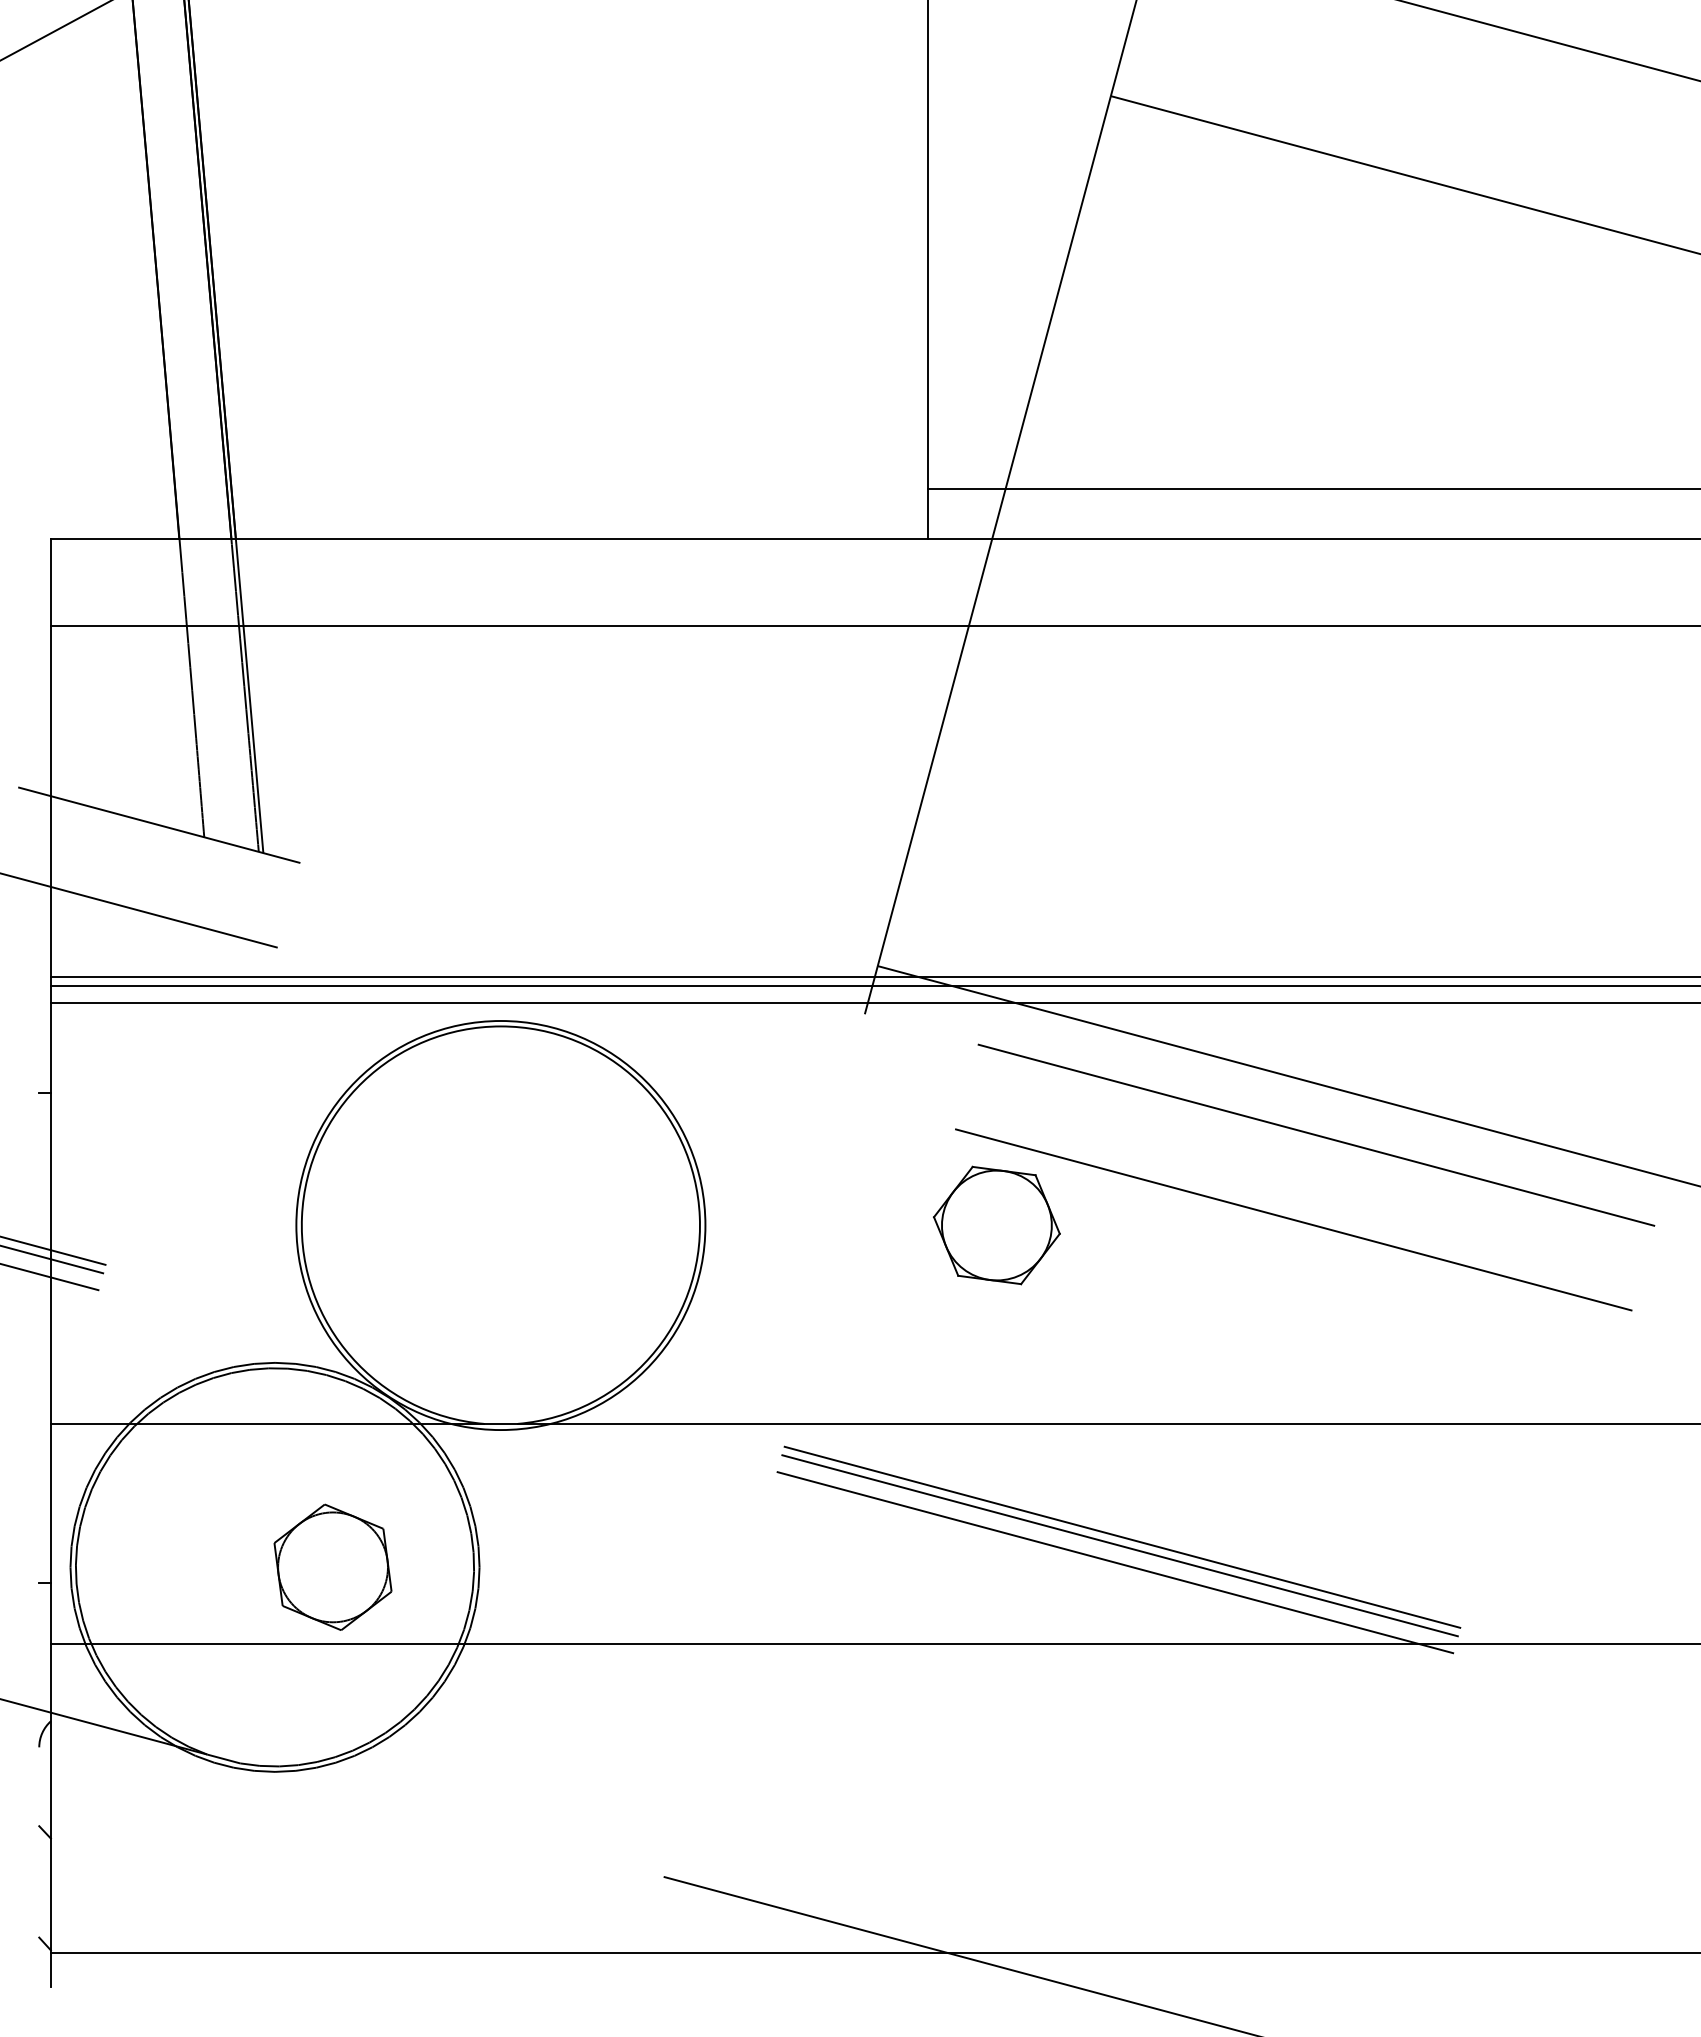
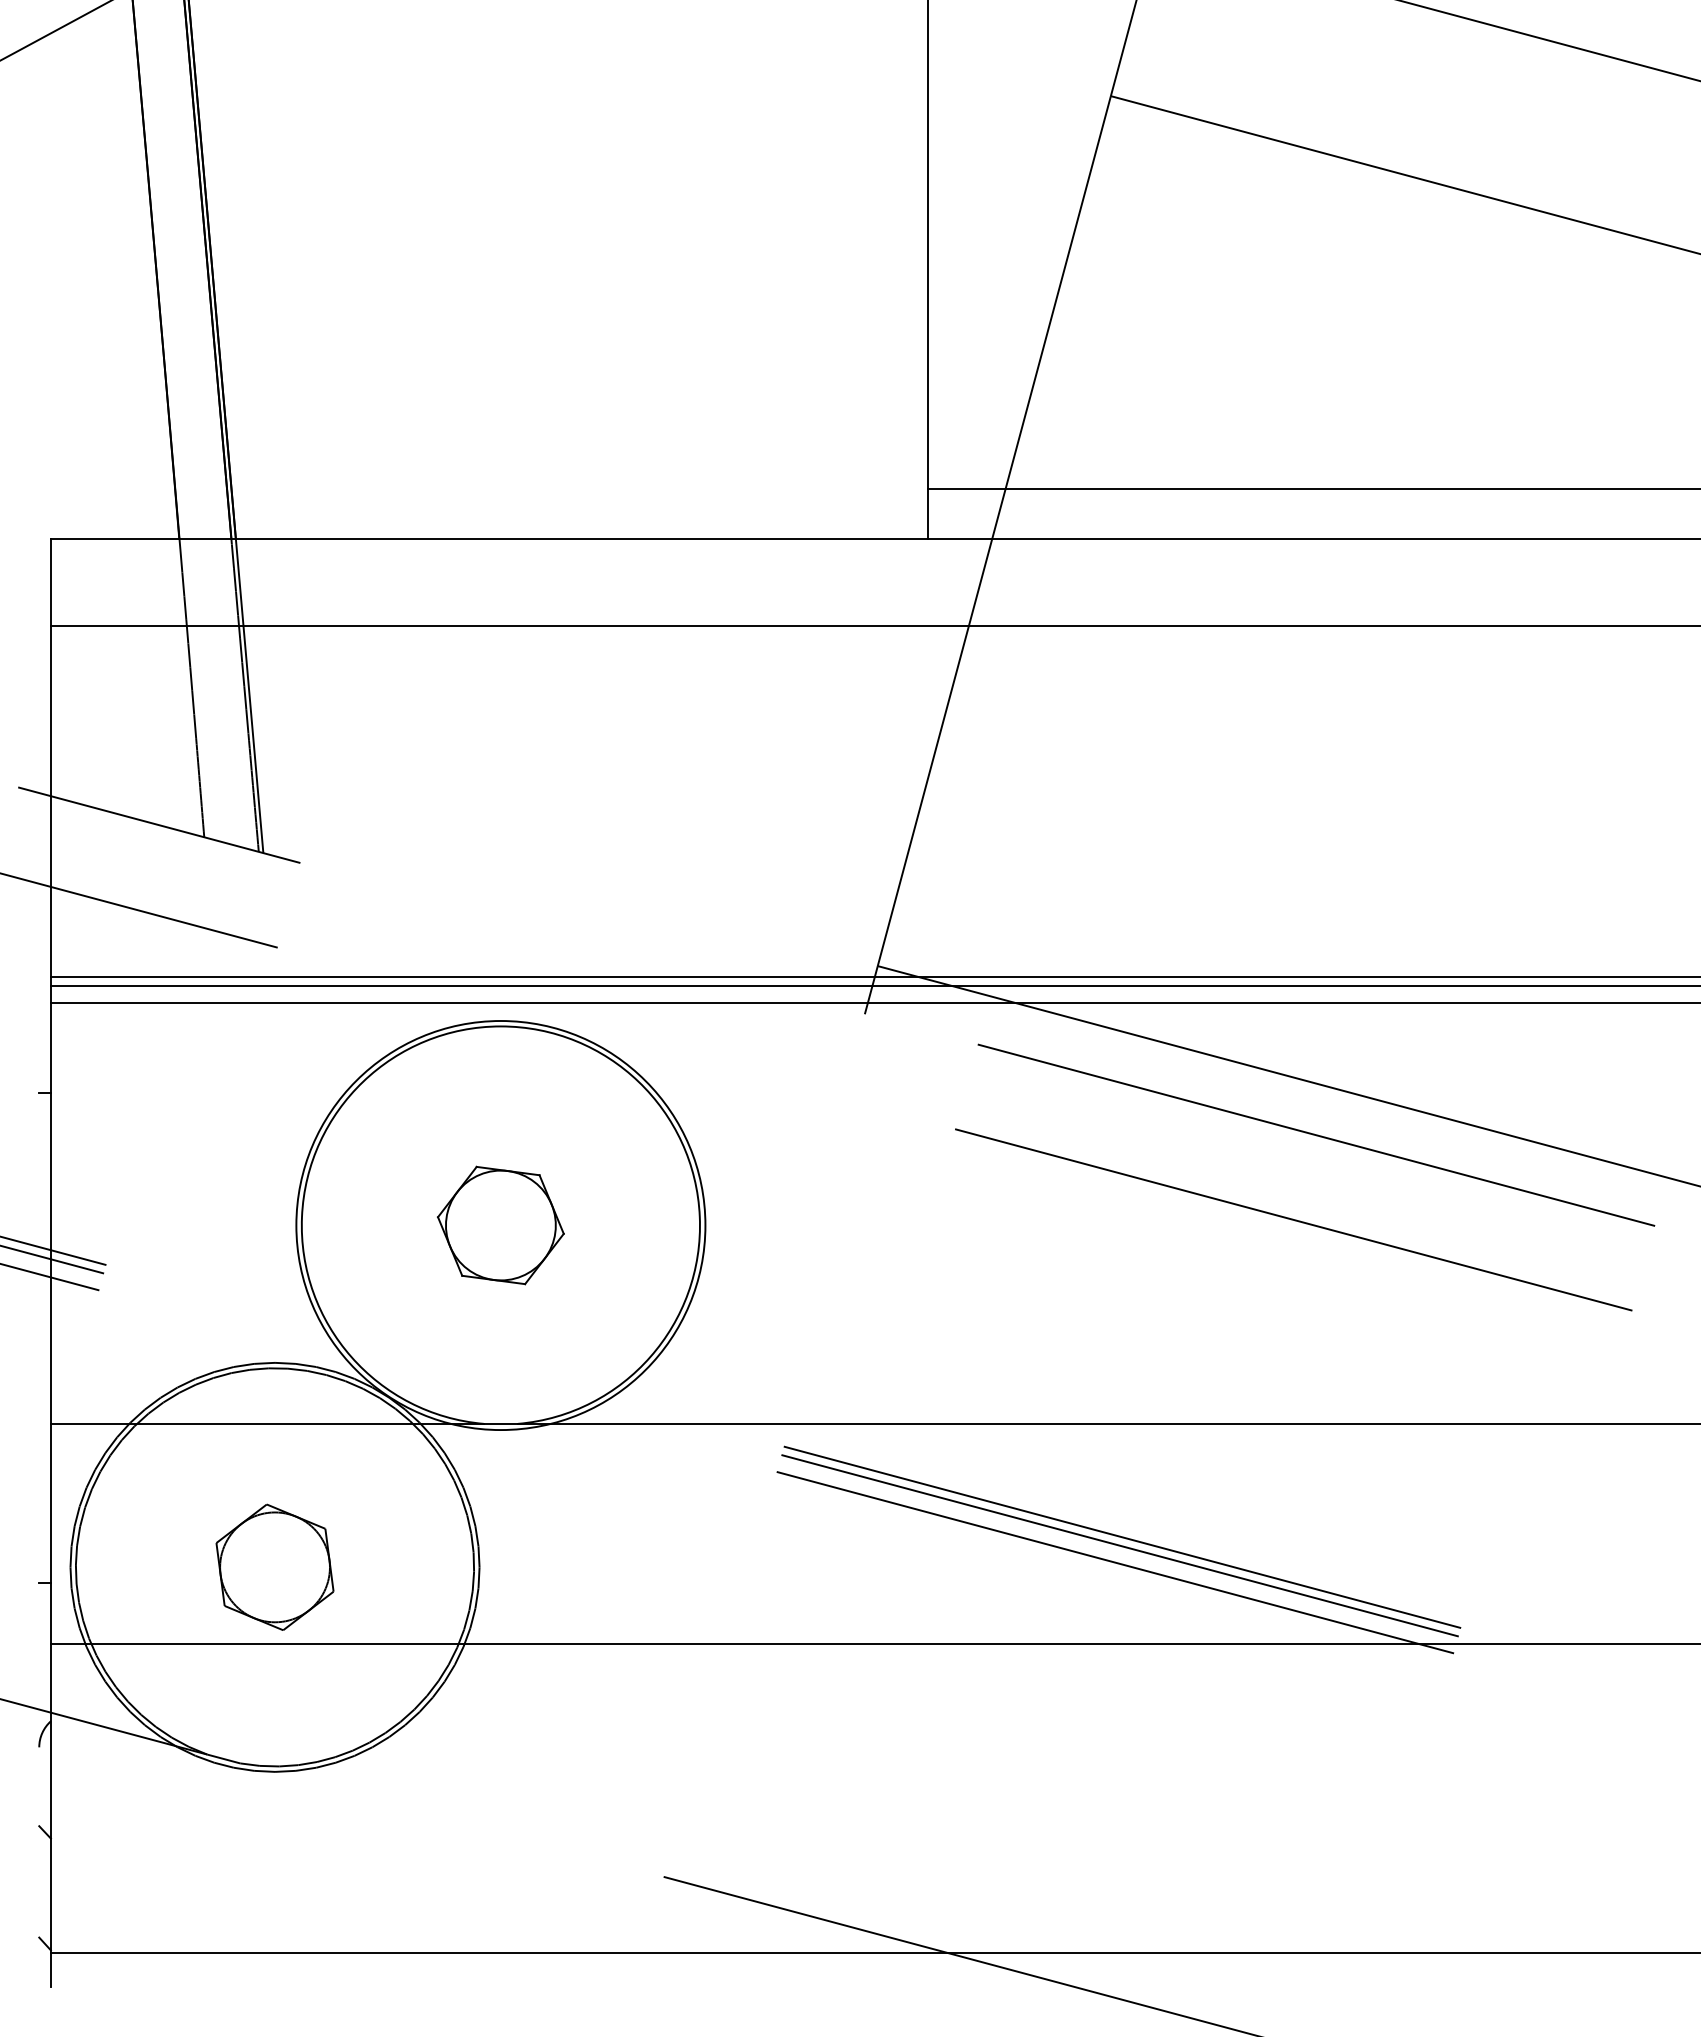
part at (996, 1225) position: (996, 1225) -> (500, 1225)
part at (332, 1566) position: (332, 1566) -> (274, 1566)
